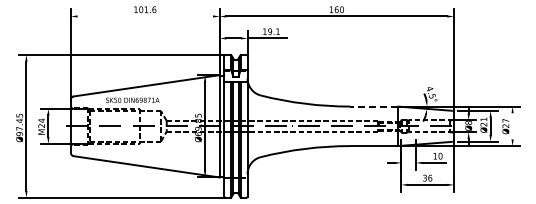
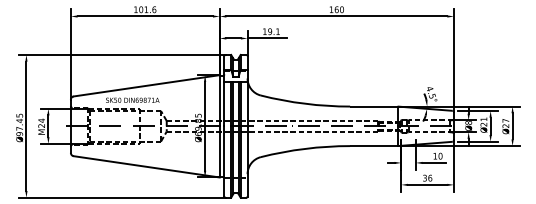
line at (144, 16): none -> present
line at (373, 106): dashed -> solid
line at (512, 126): none -> present
